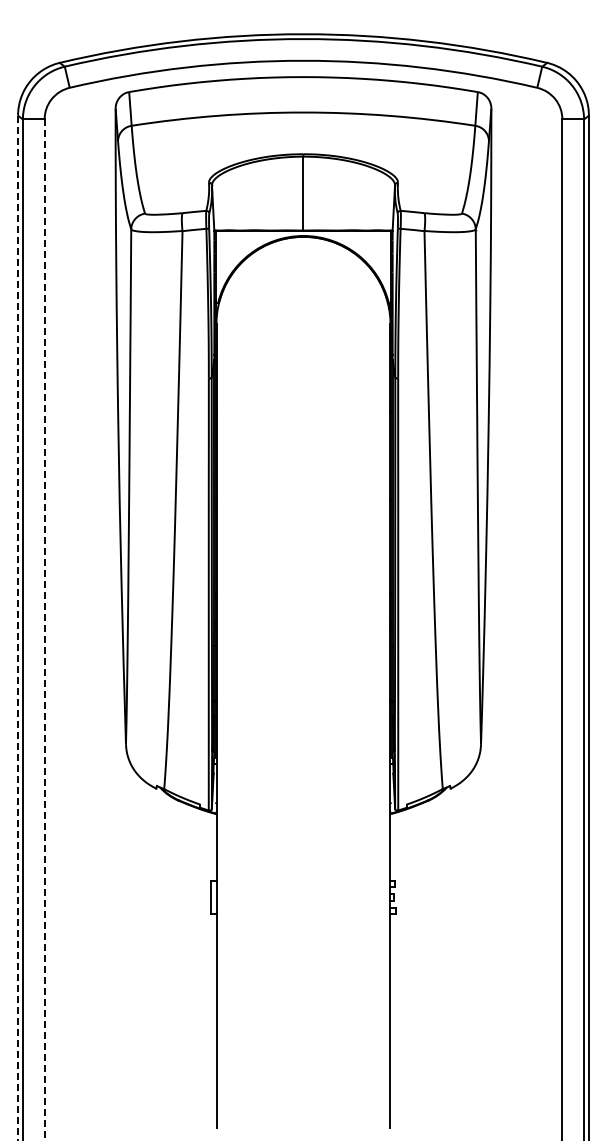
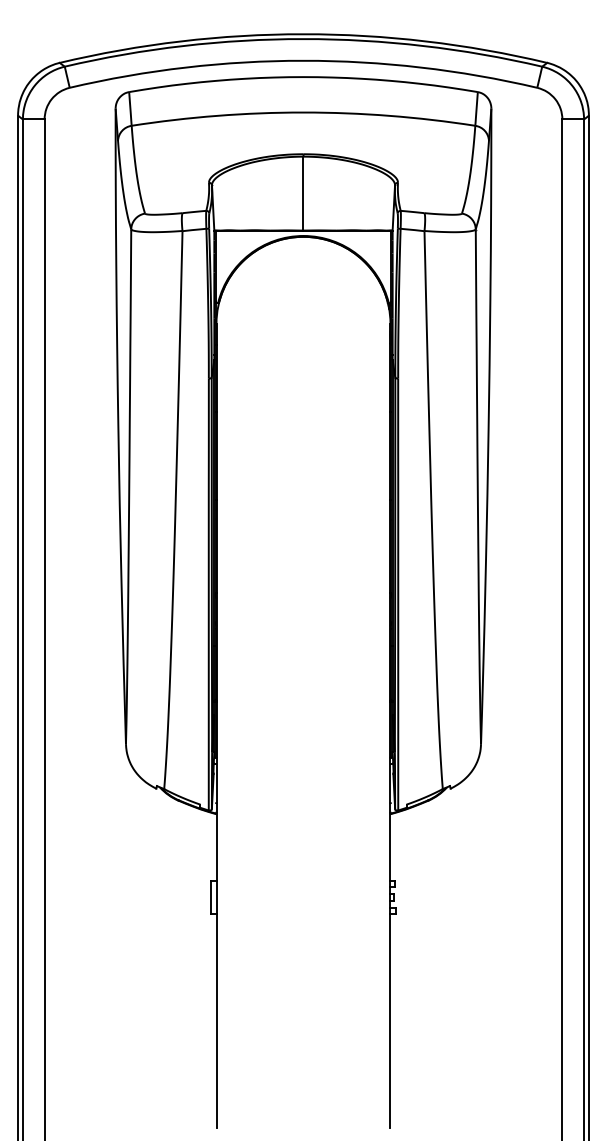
line at (18, 628): dashed -> solid
line at (44, 630): dashed -> solid
